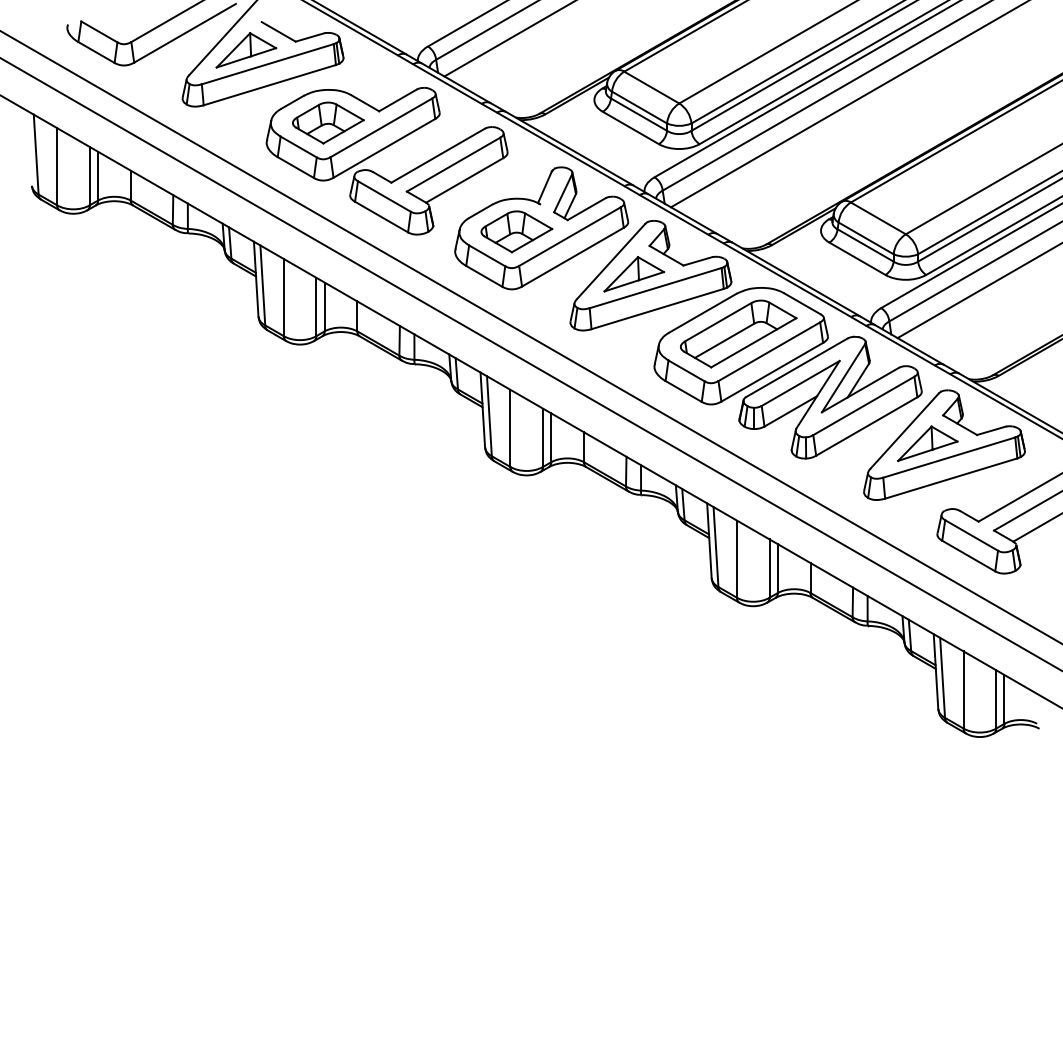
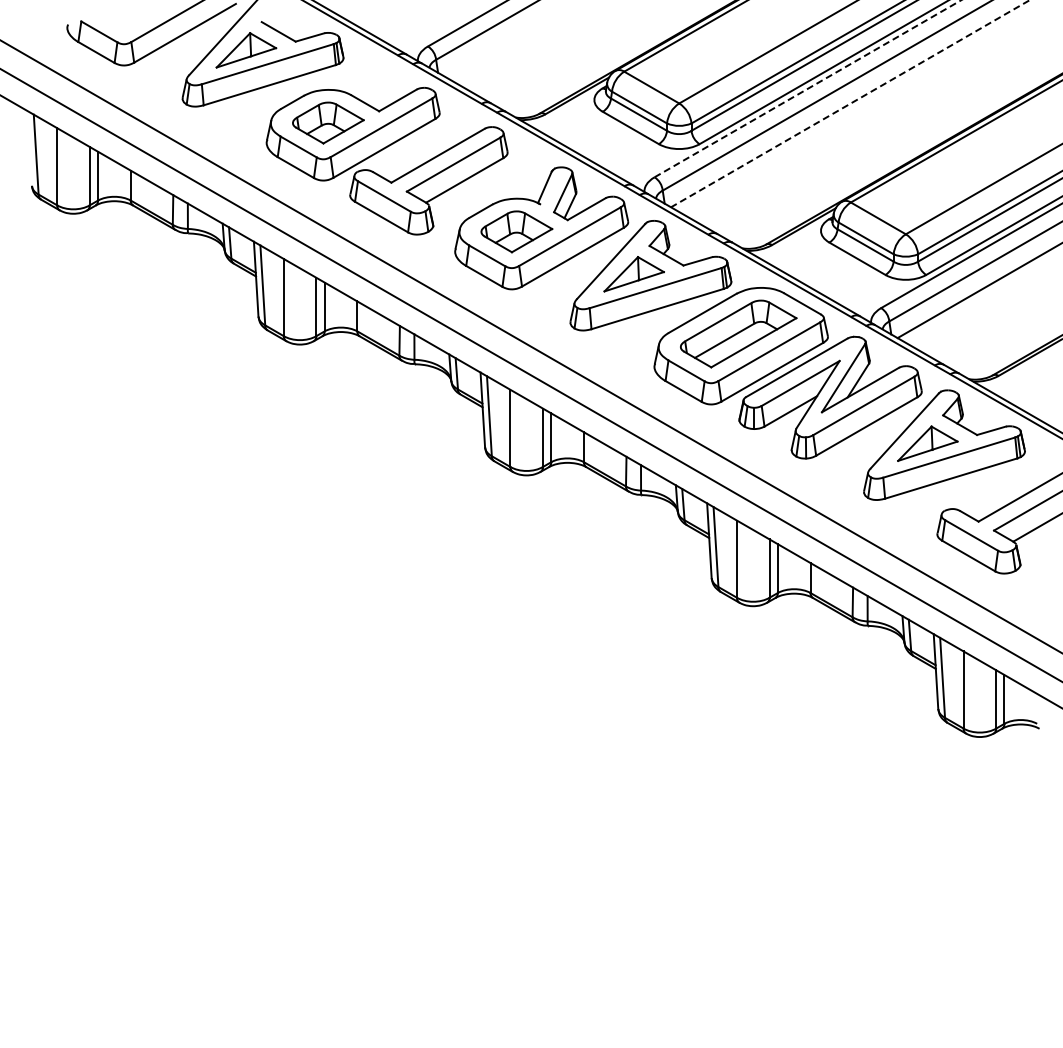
line at (508, 39): present -> none
line at (808, 88): solid -> dashed
line at (850, 103): solid -> dashed
line at (530, 337) position: (530, 337) -> (530, 346)
line at (530, 364) position: (530, 364) -> (530, 375)
